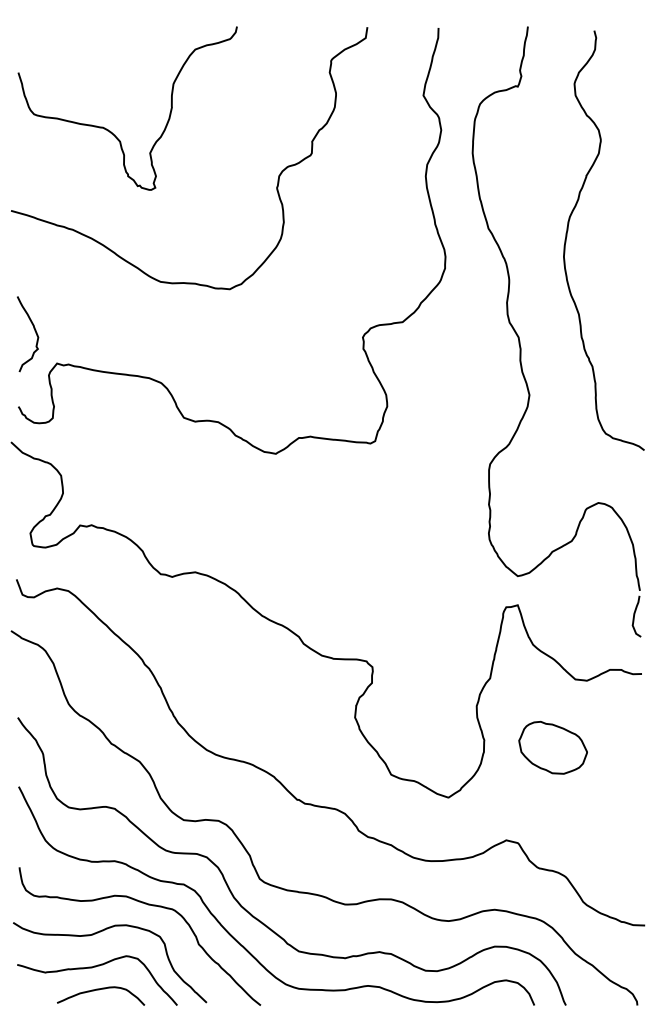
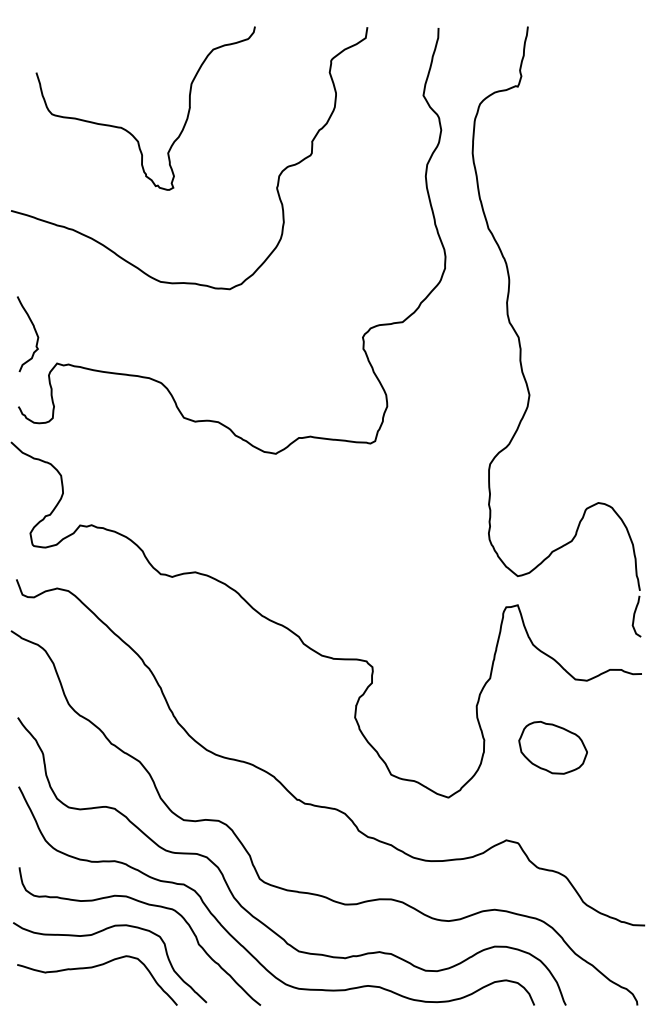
curve at (111, 131) position: (111, 131) -> (129, 131)
curve at (567, 236): present -> none
curve at (99, 990): present -> none
